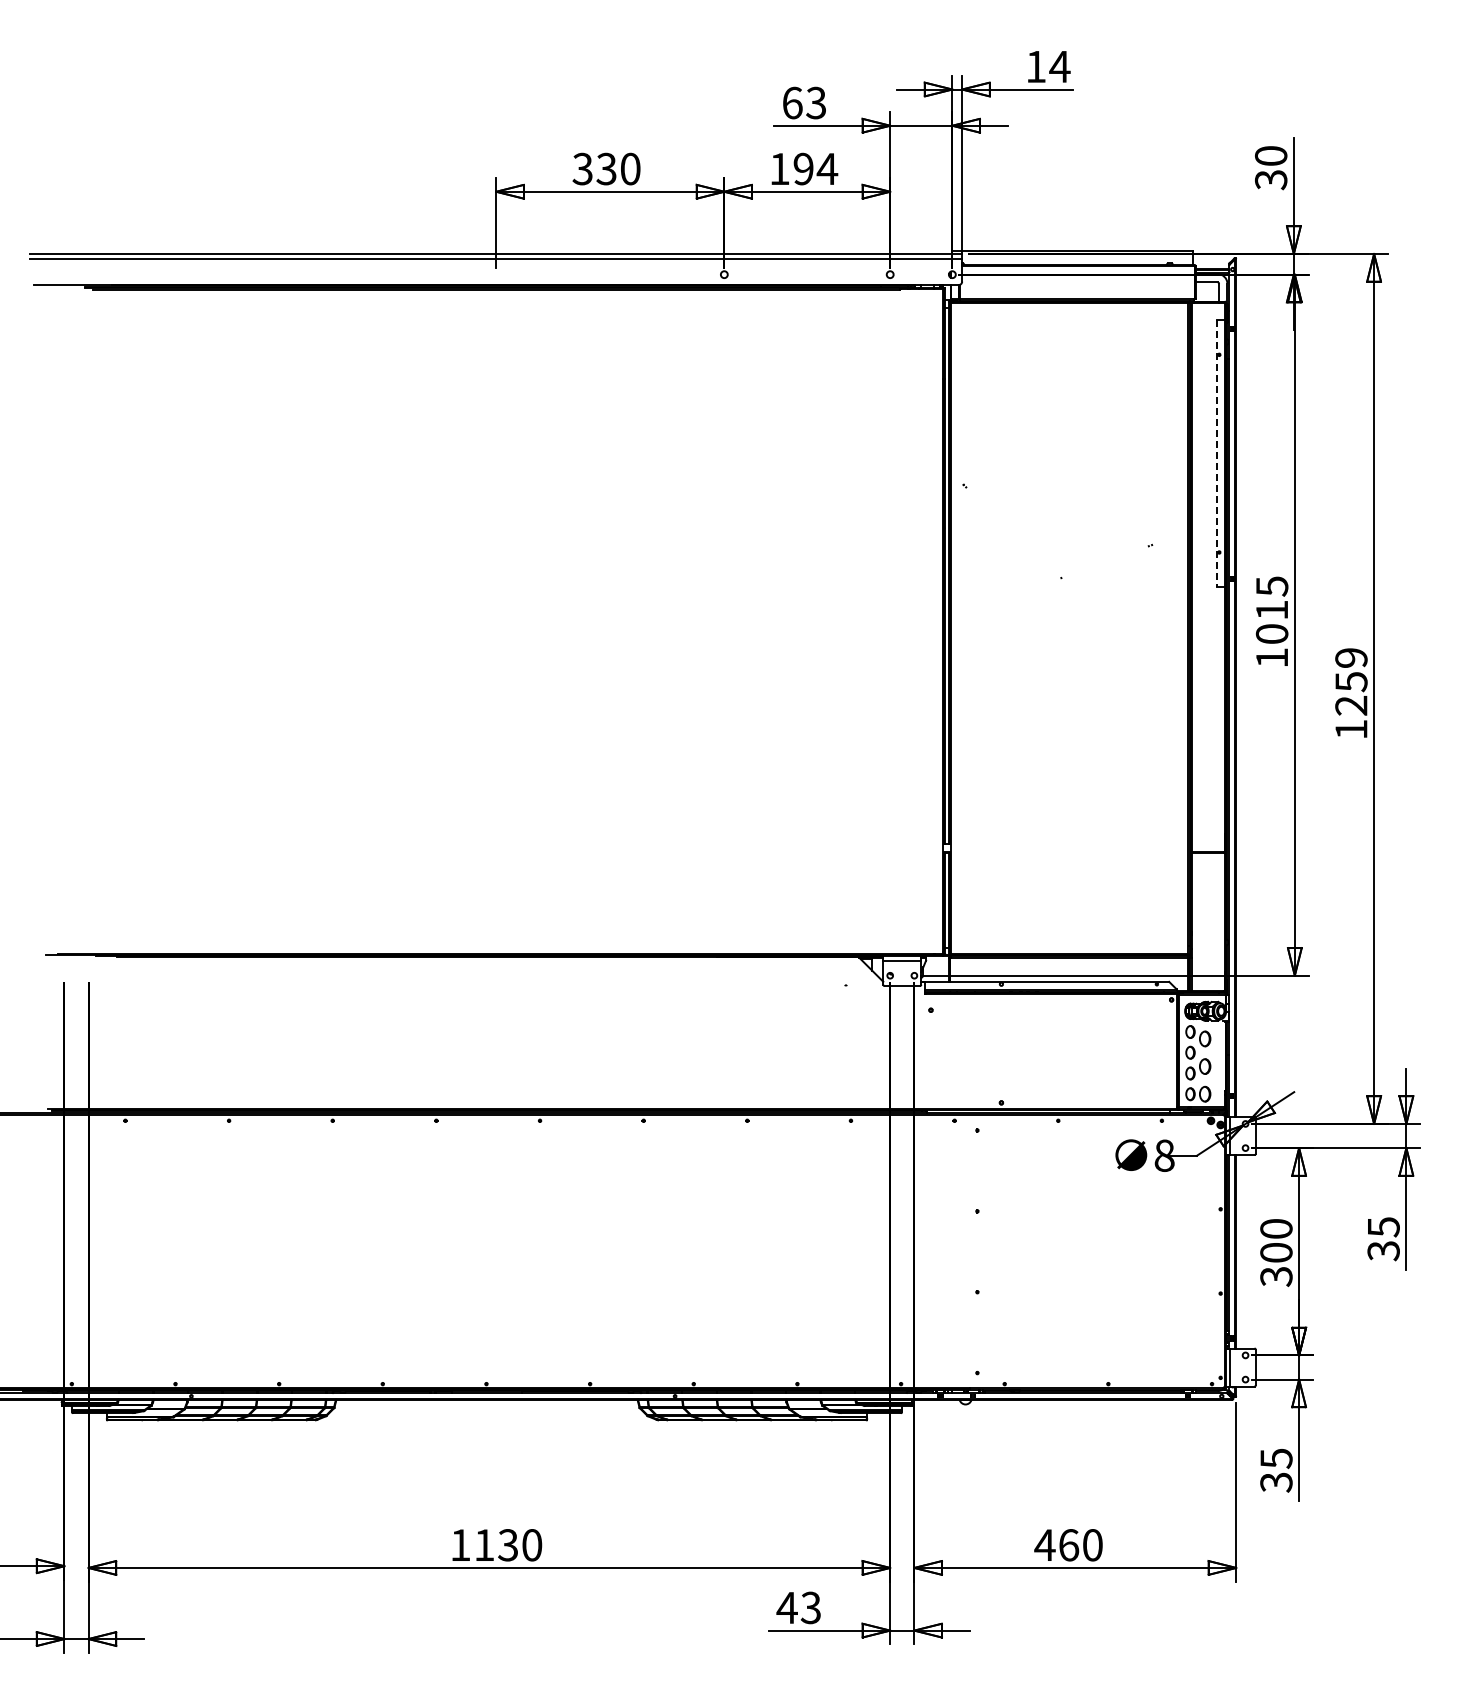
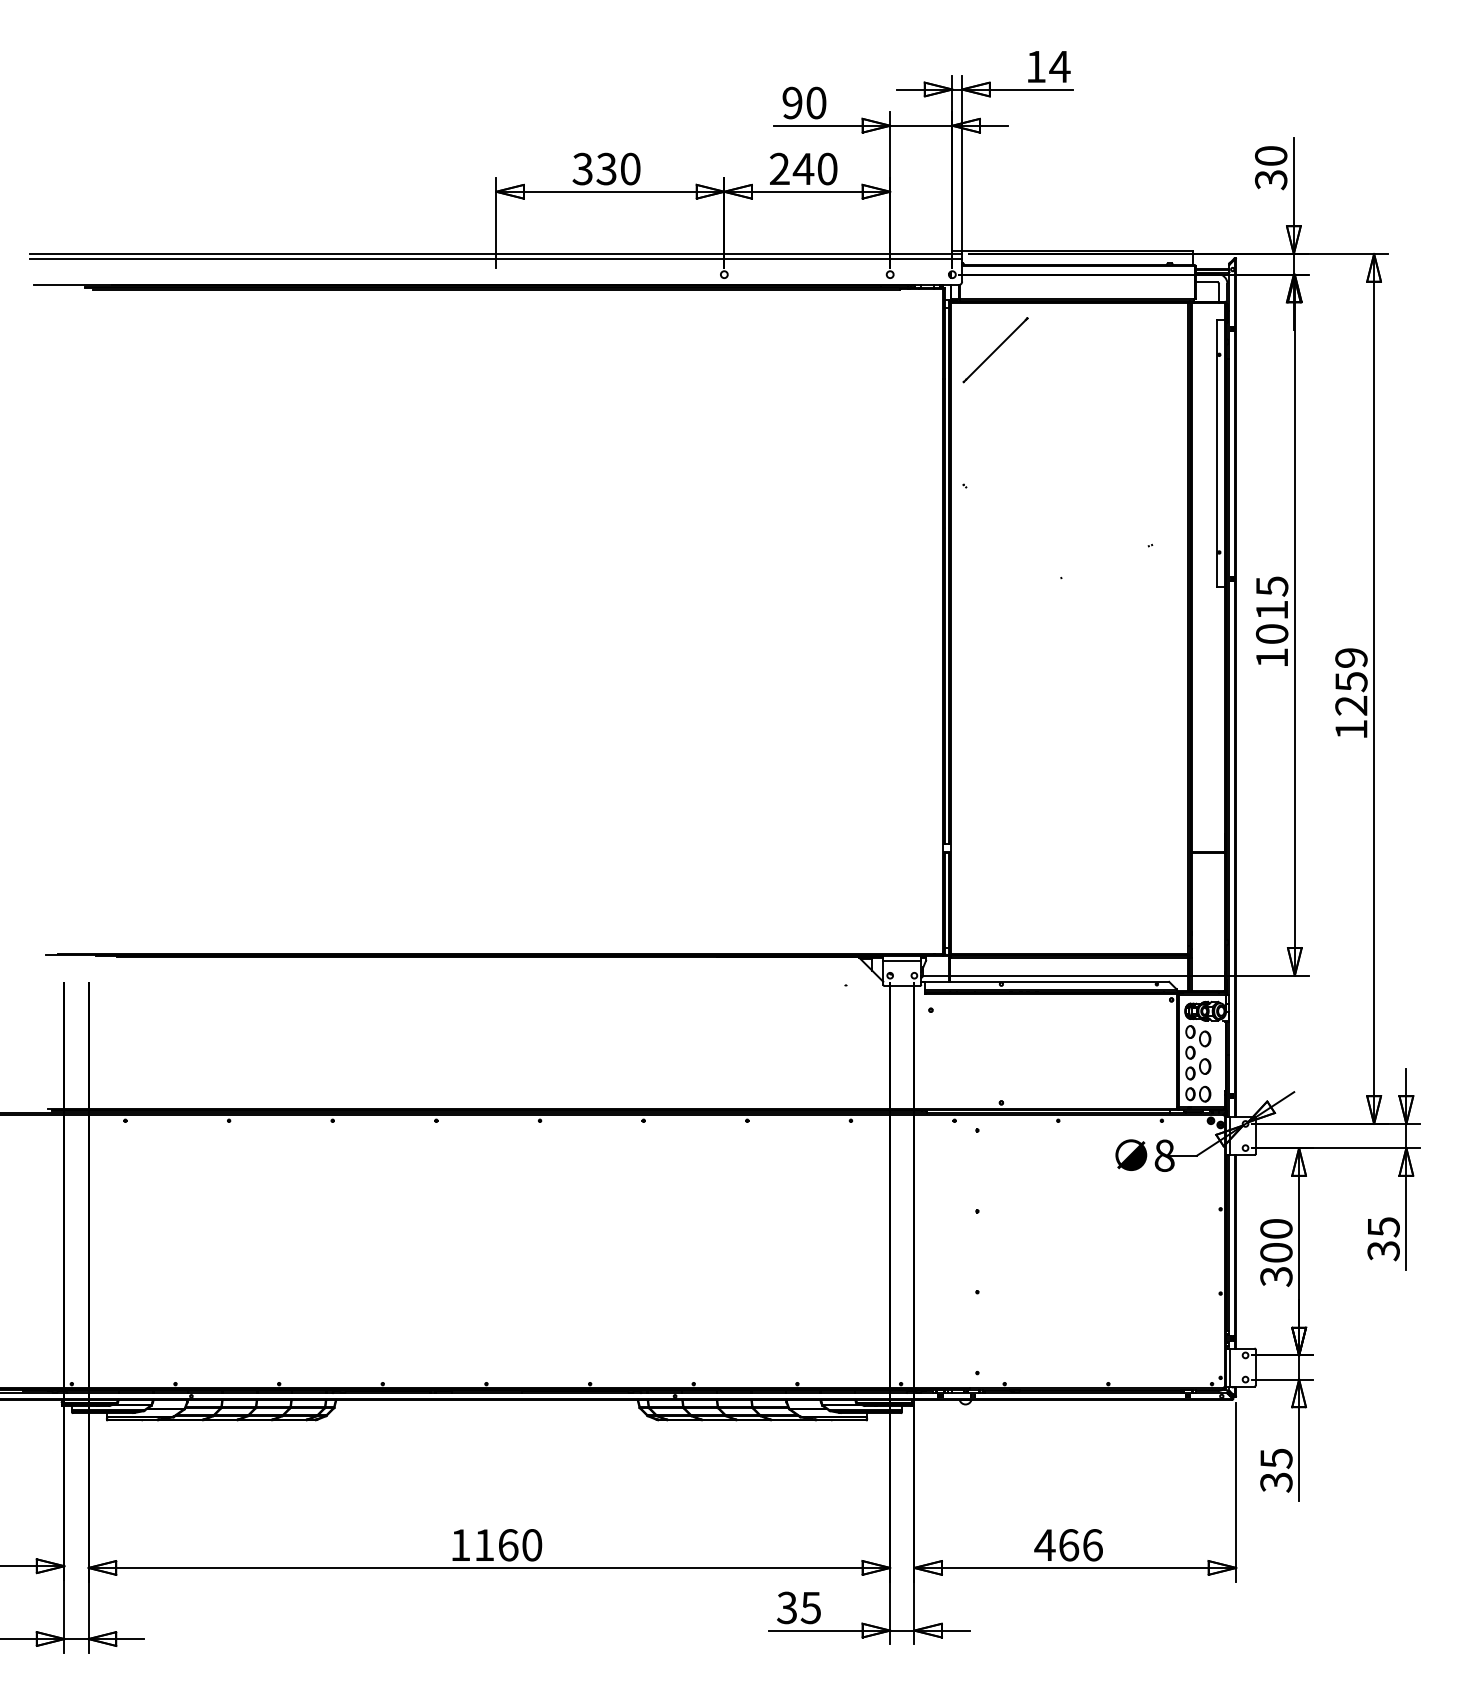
text at (804, 102): 63 -> 90
text at (804, 168): 194 -> 240
part at (995, 350): none -> present
line at (1216, 454): dashed -> solid
text at (508, 1545): 1130 -> 1160
text at (1092, 1545): 460 -> 466
text at (798, 1607): 43 -> 35
